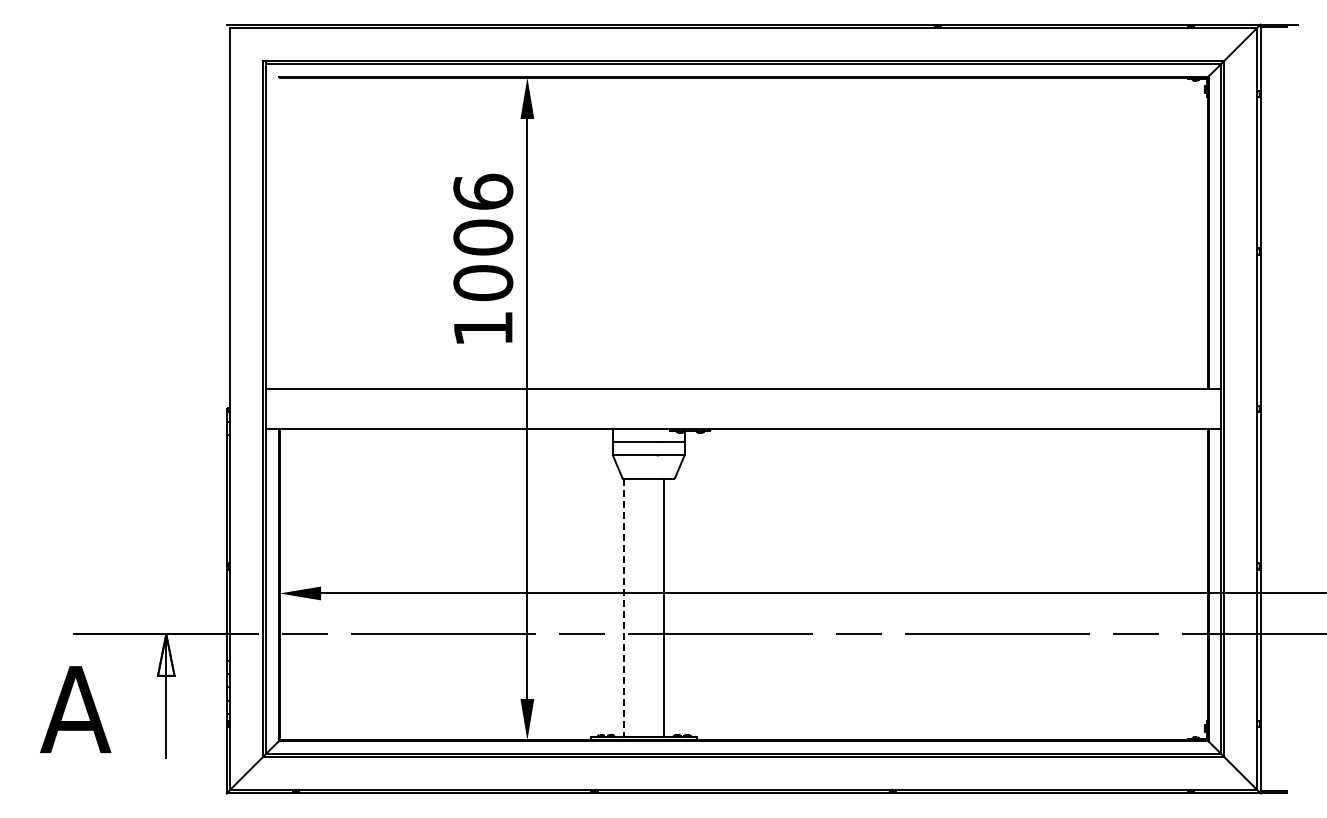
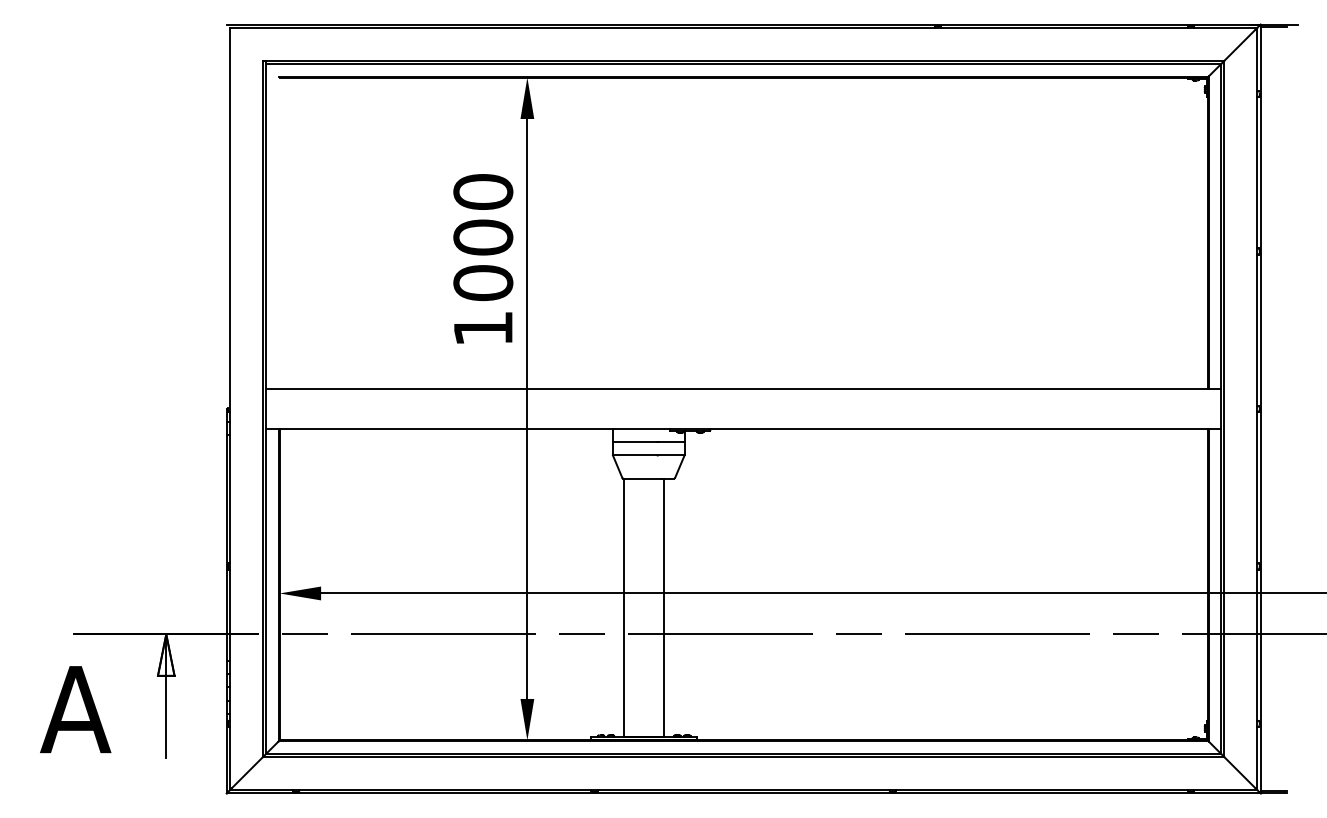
text at (483, 191): 1006 -> 1000
line at (624, 608): dashed -> solid
